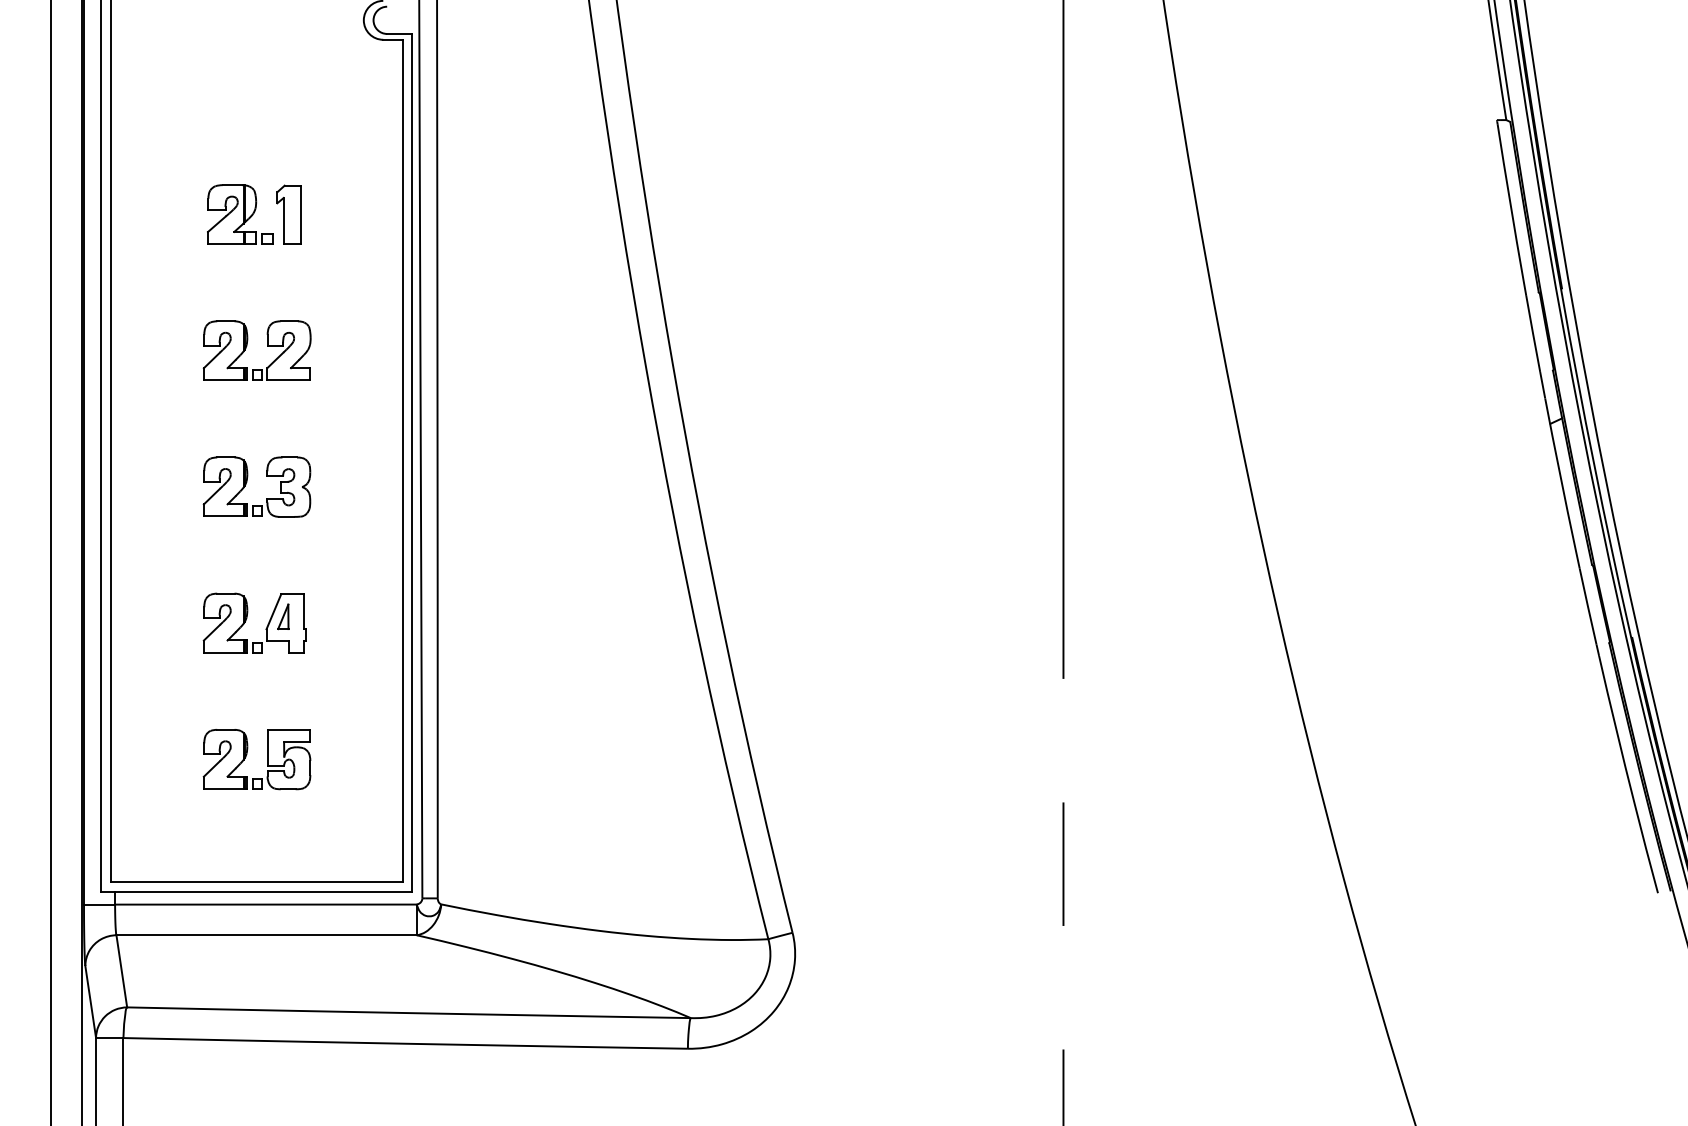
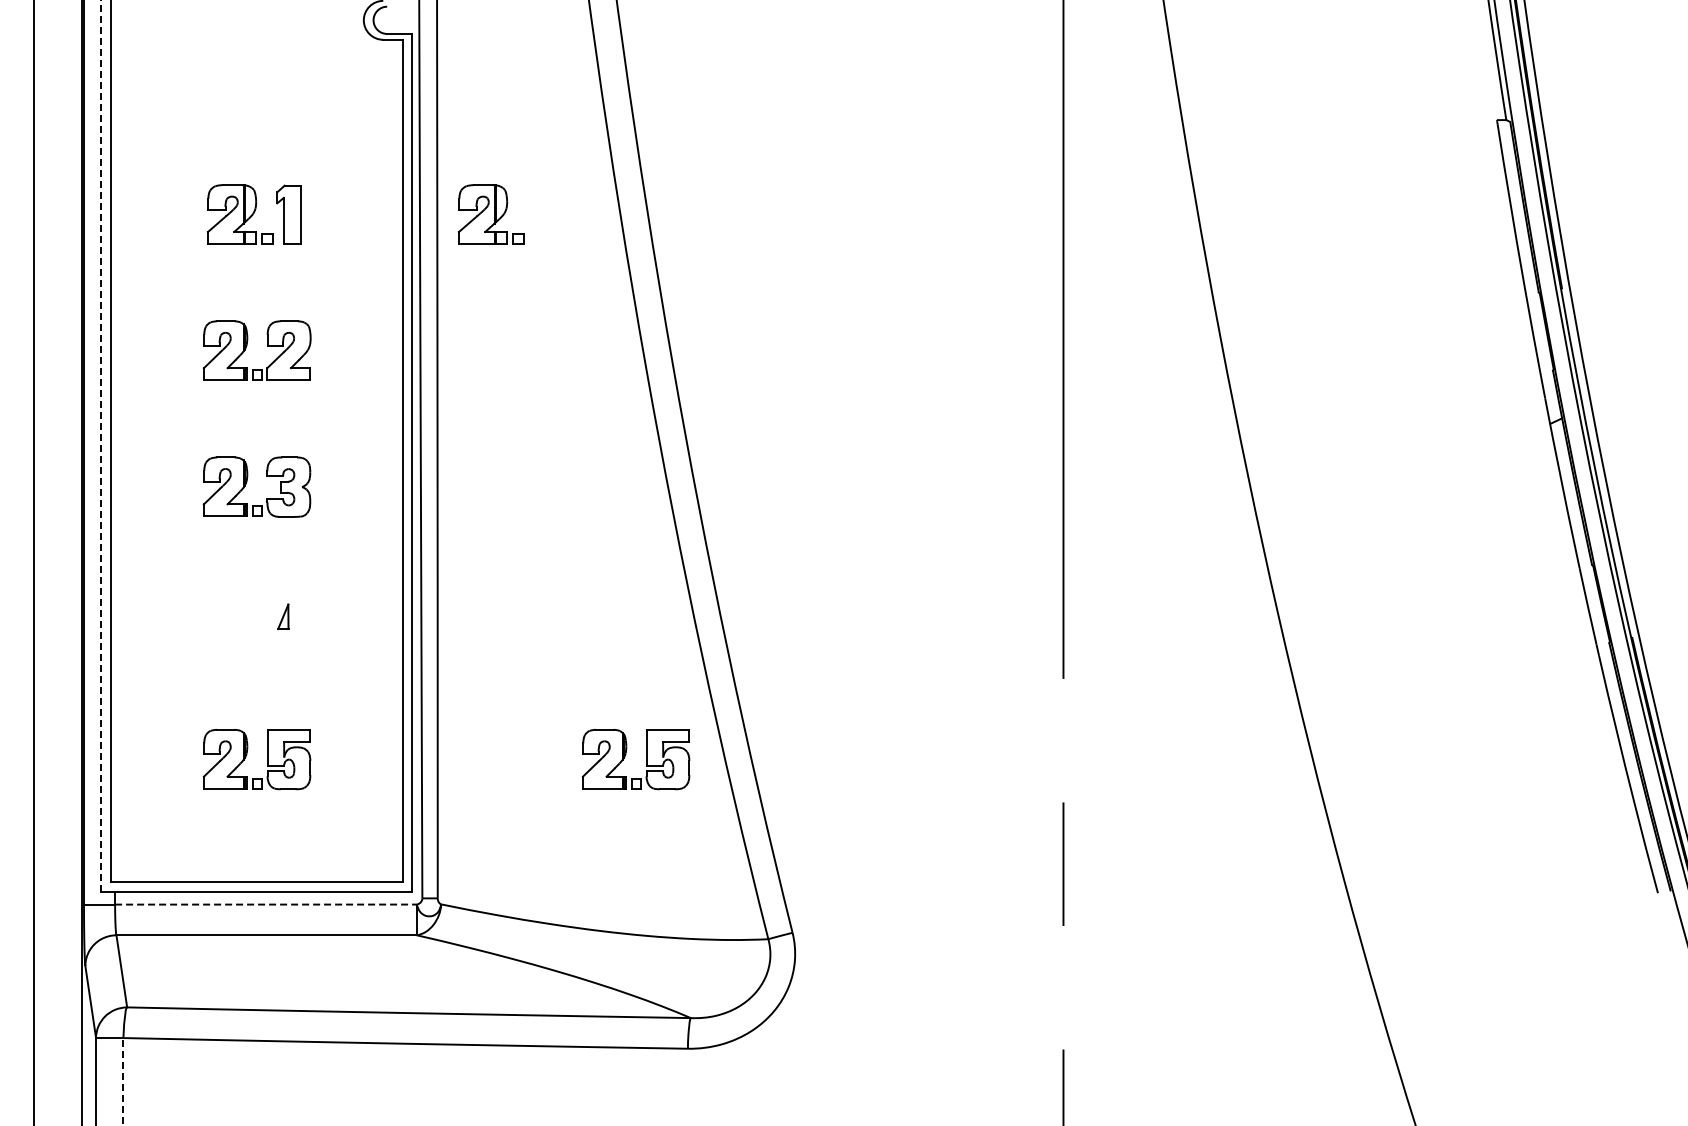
part at (491, 214): none -> present
line at (101, 445): solid -> dashed
line at (50, 562) position: (50, 562) -> (33, 562)
part at (247, 618): present -> none
part at (625, 757): none -> present
line at (265, 904): solid -> dashed
line at (123, 1081): solid -> dashed
